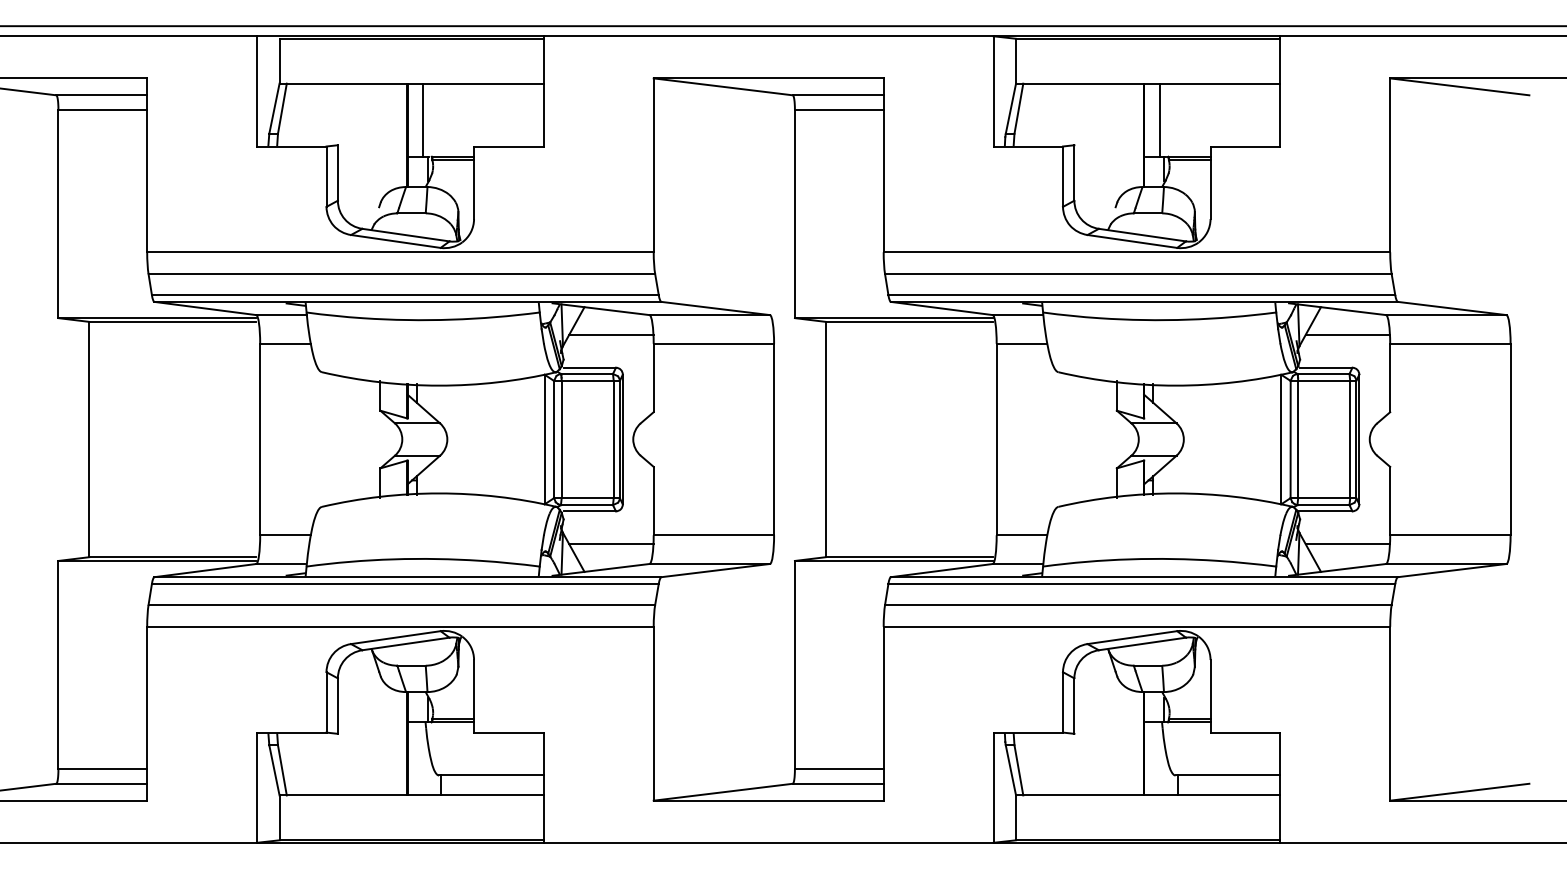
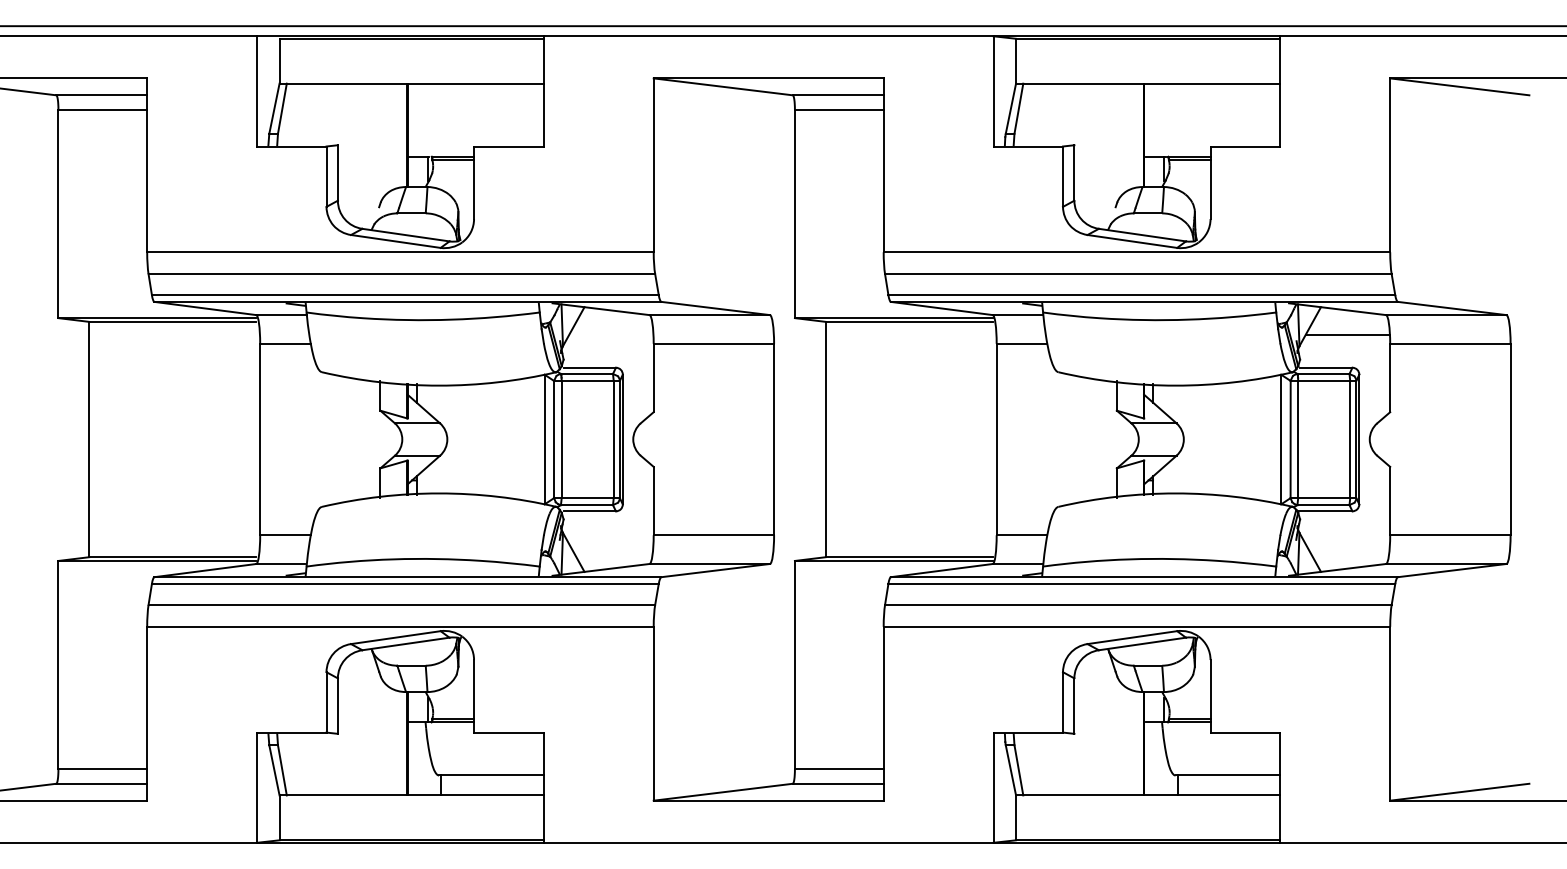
line at (423, 119): present -> none
line at (1159, 119): present -> none
line at (611, 334): present -> none
line at (611, 544): present -> none
line at (1347, 544): present -> none
